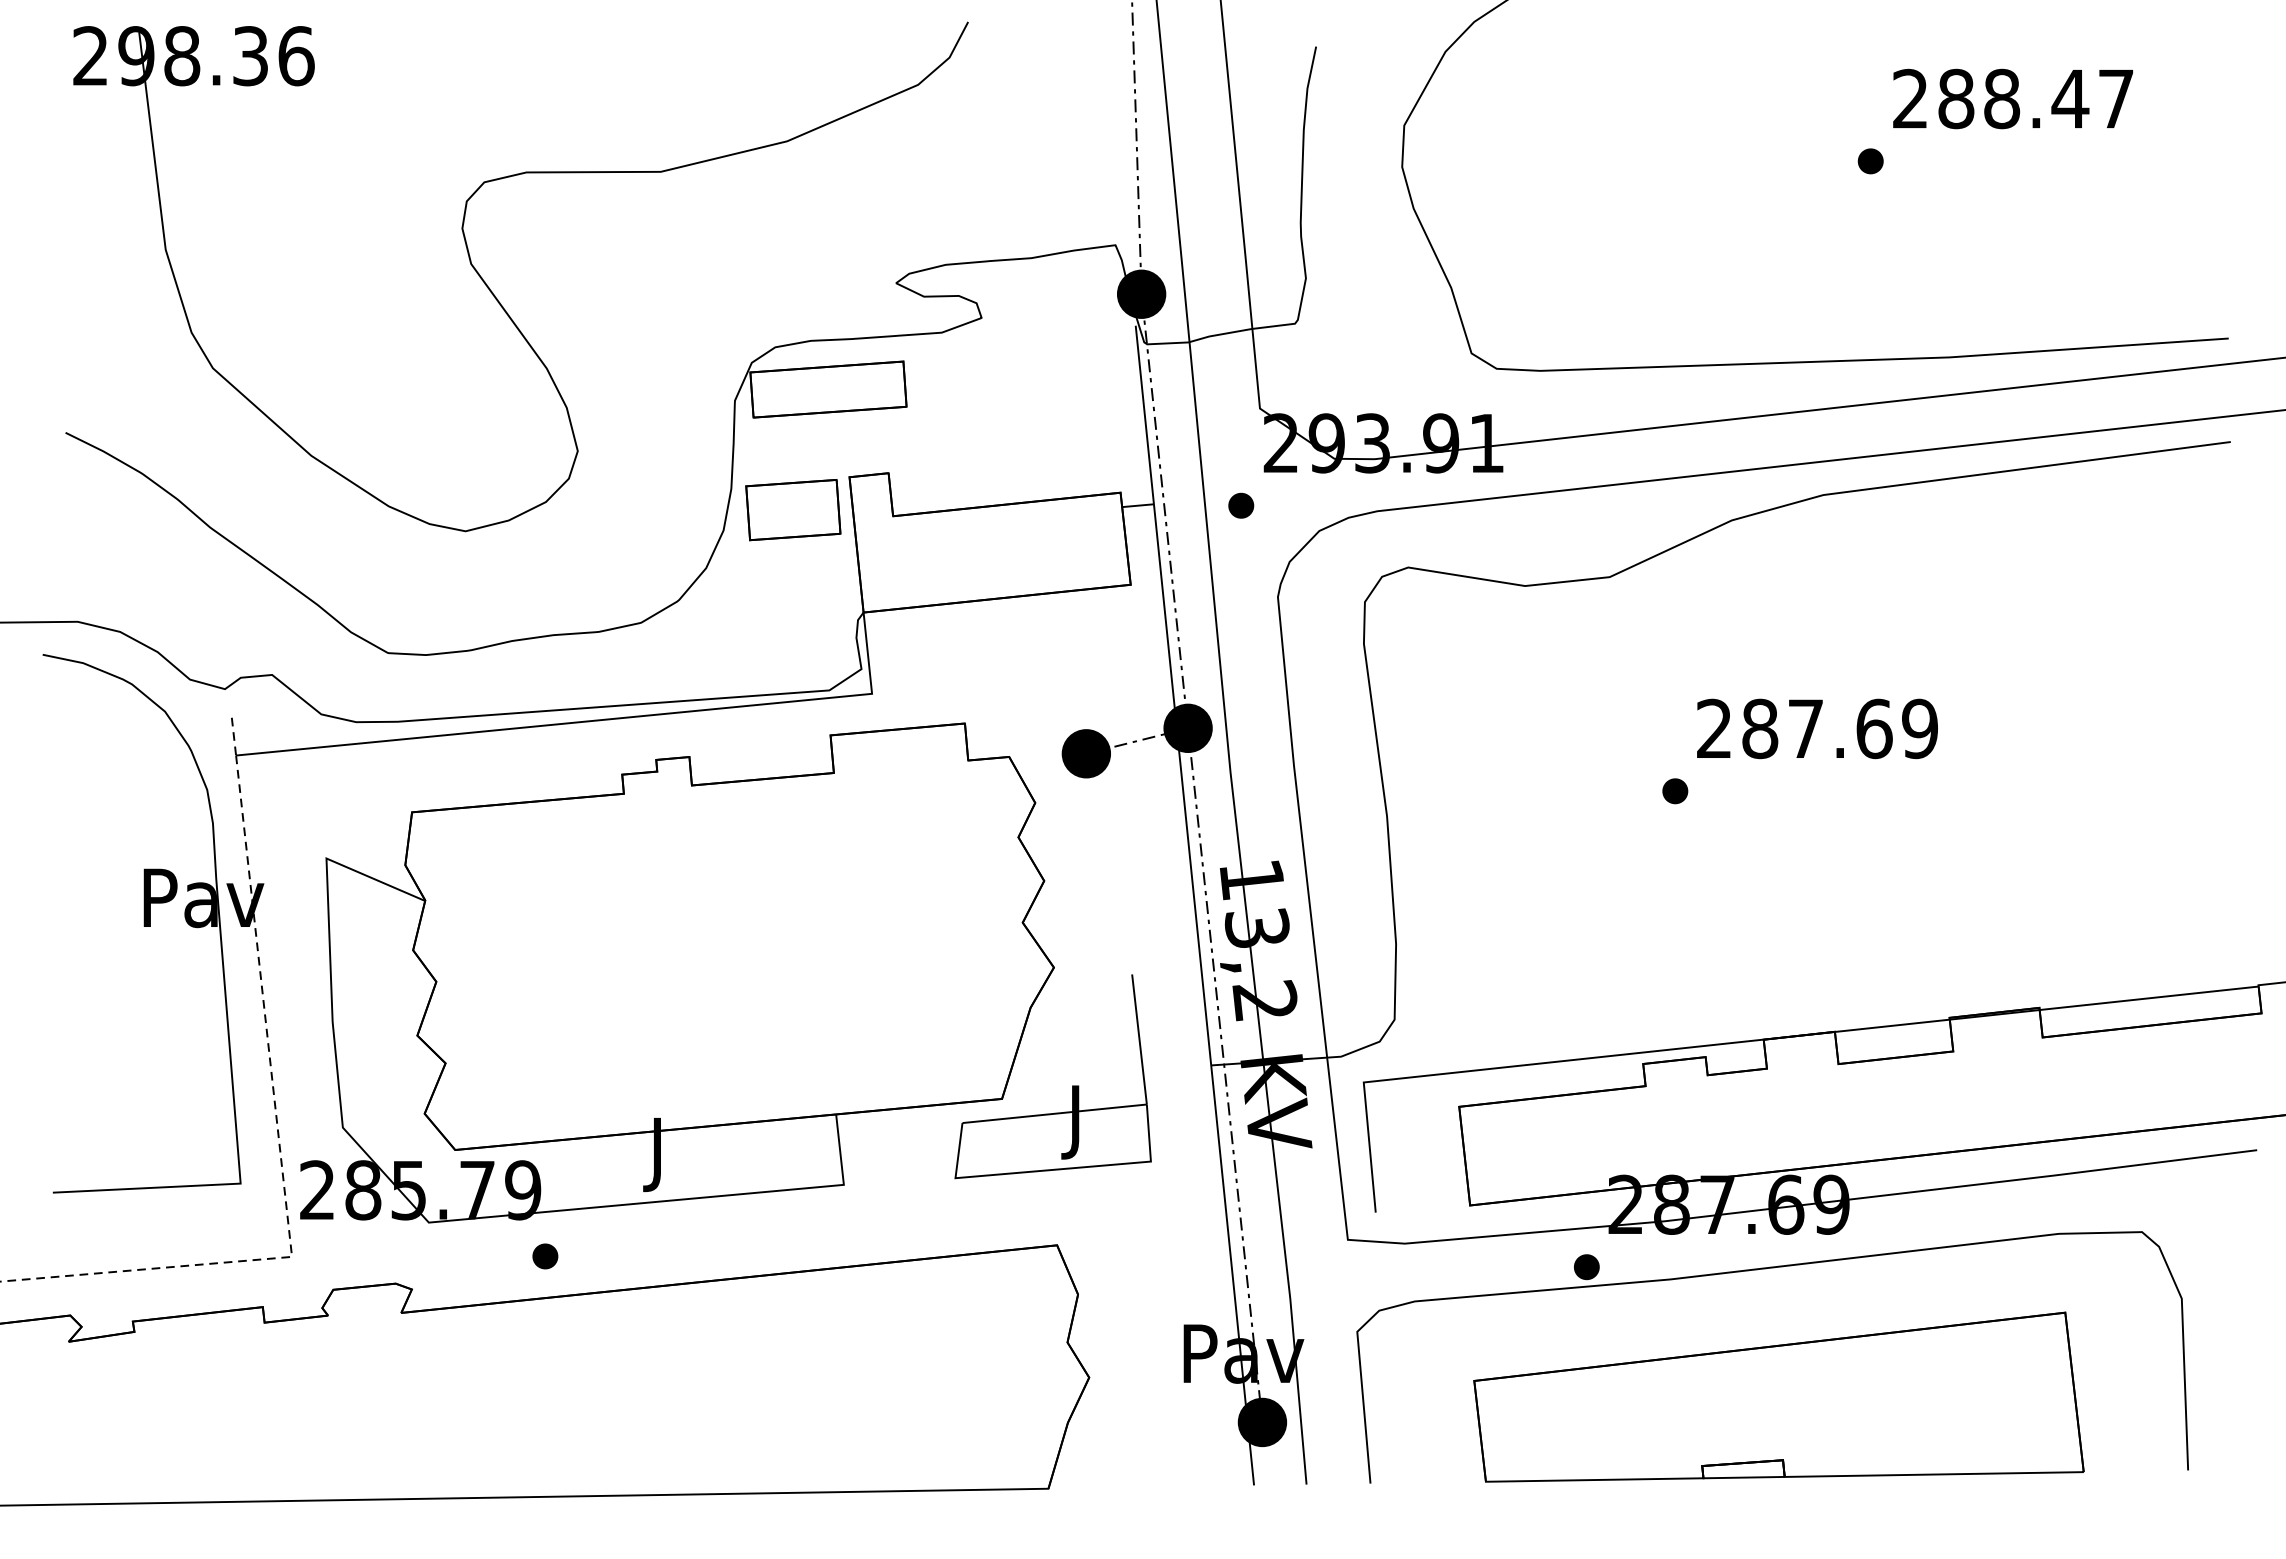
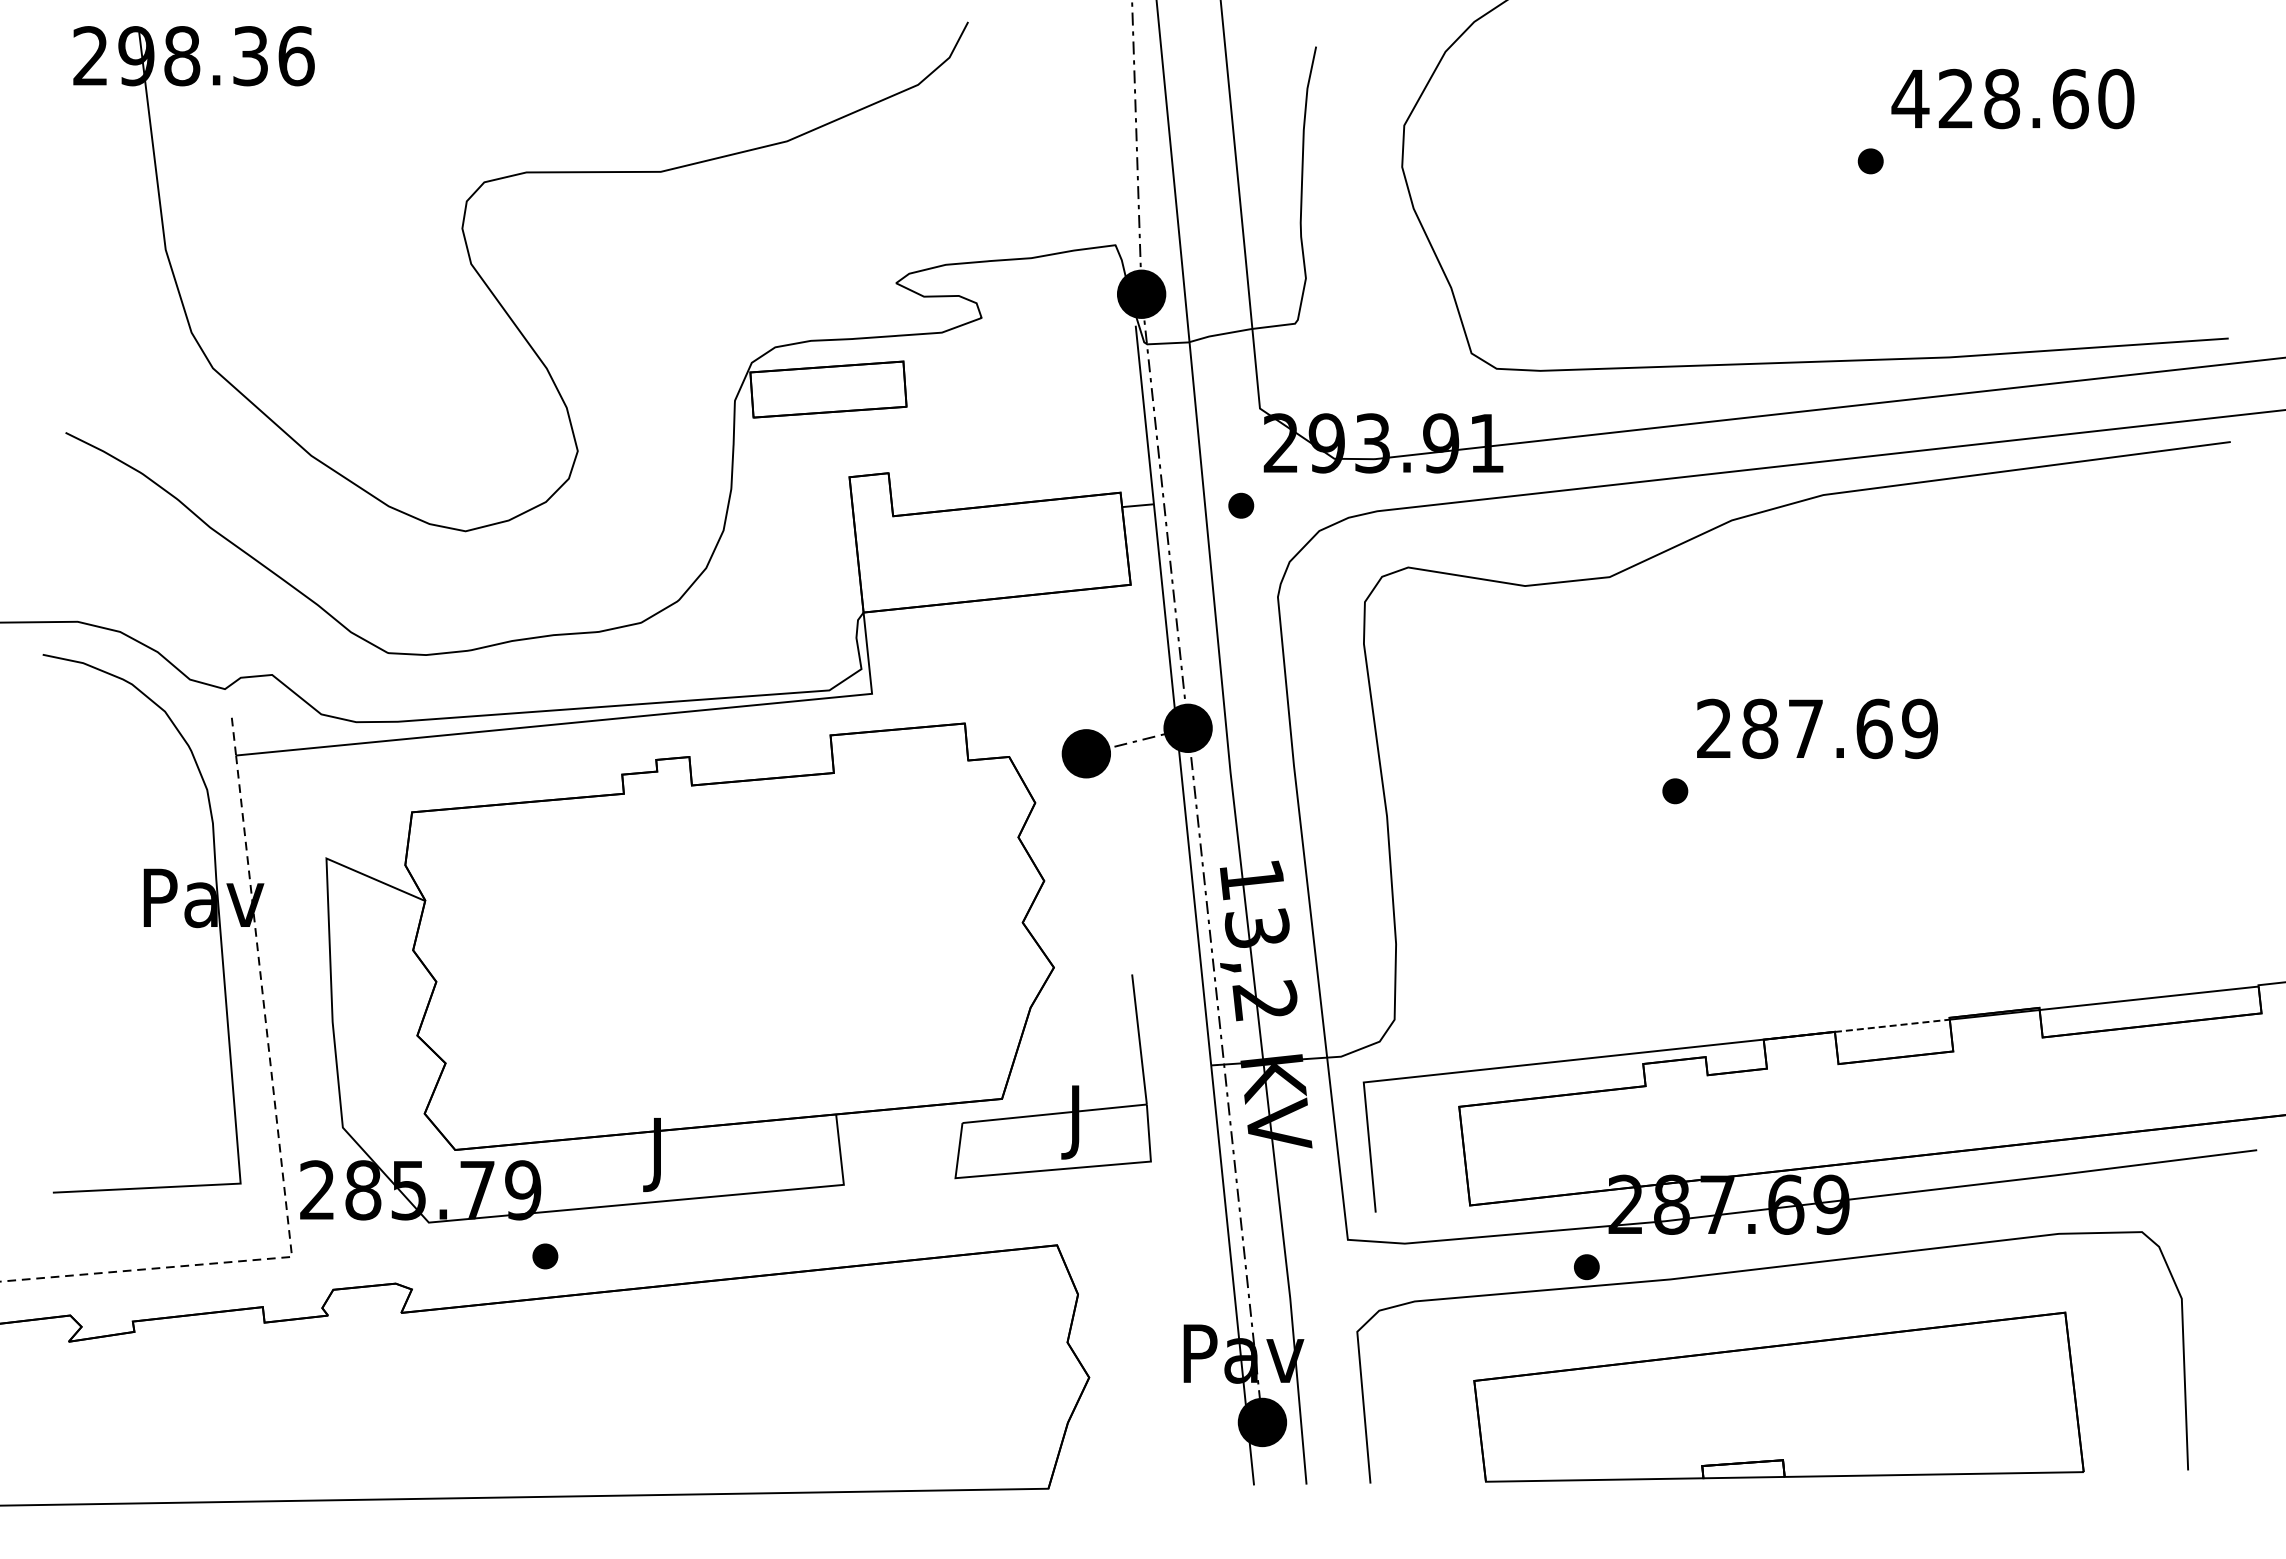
text at (2012, 98): 288.47 -> 428.60
part at (793, 510): present -> none
line at (1892, 1025): solid -> dashed
